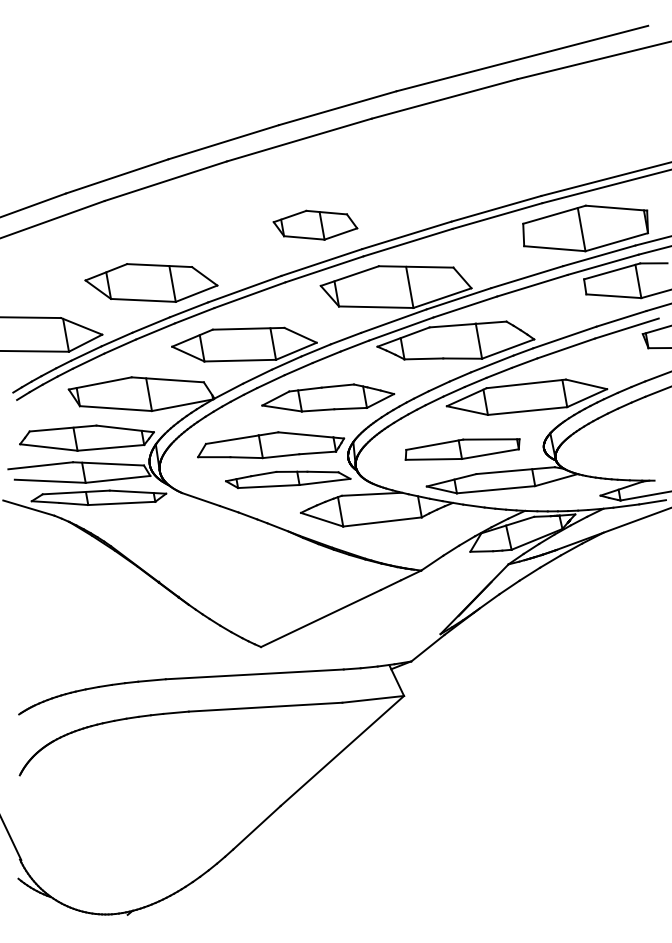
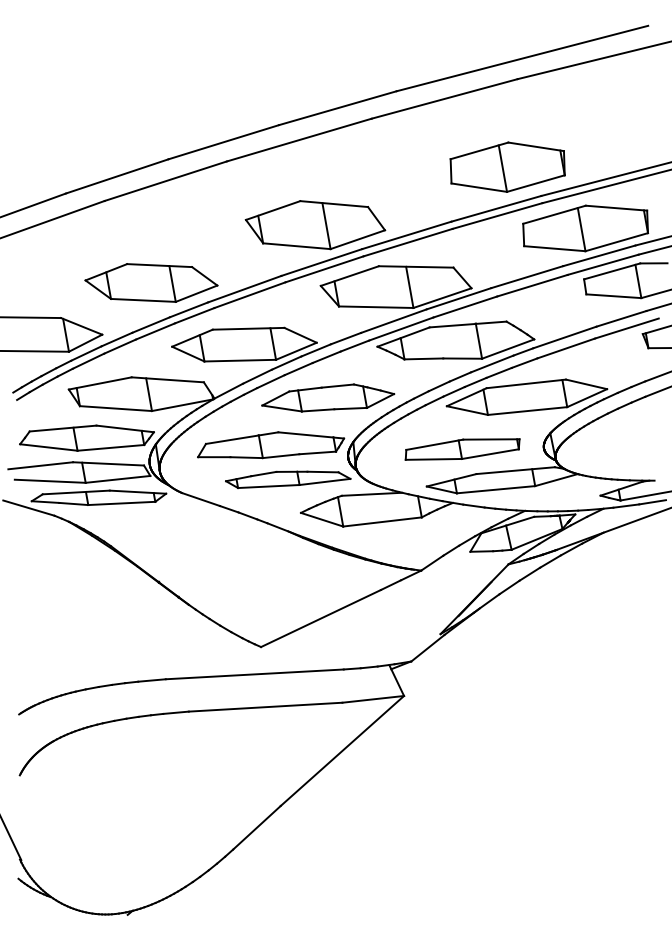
part at (507, 166): none -> present
part at (315, 224) size: 87x32 px -> 143x51 px
